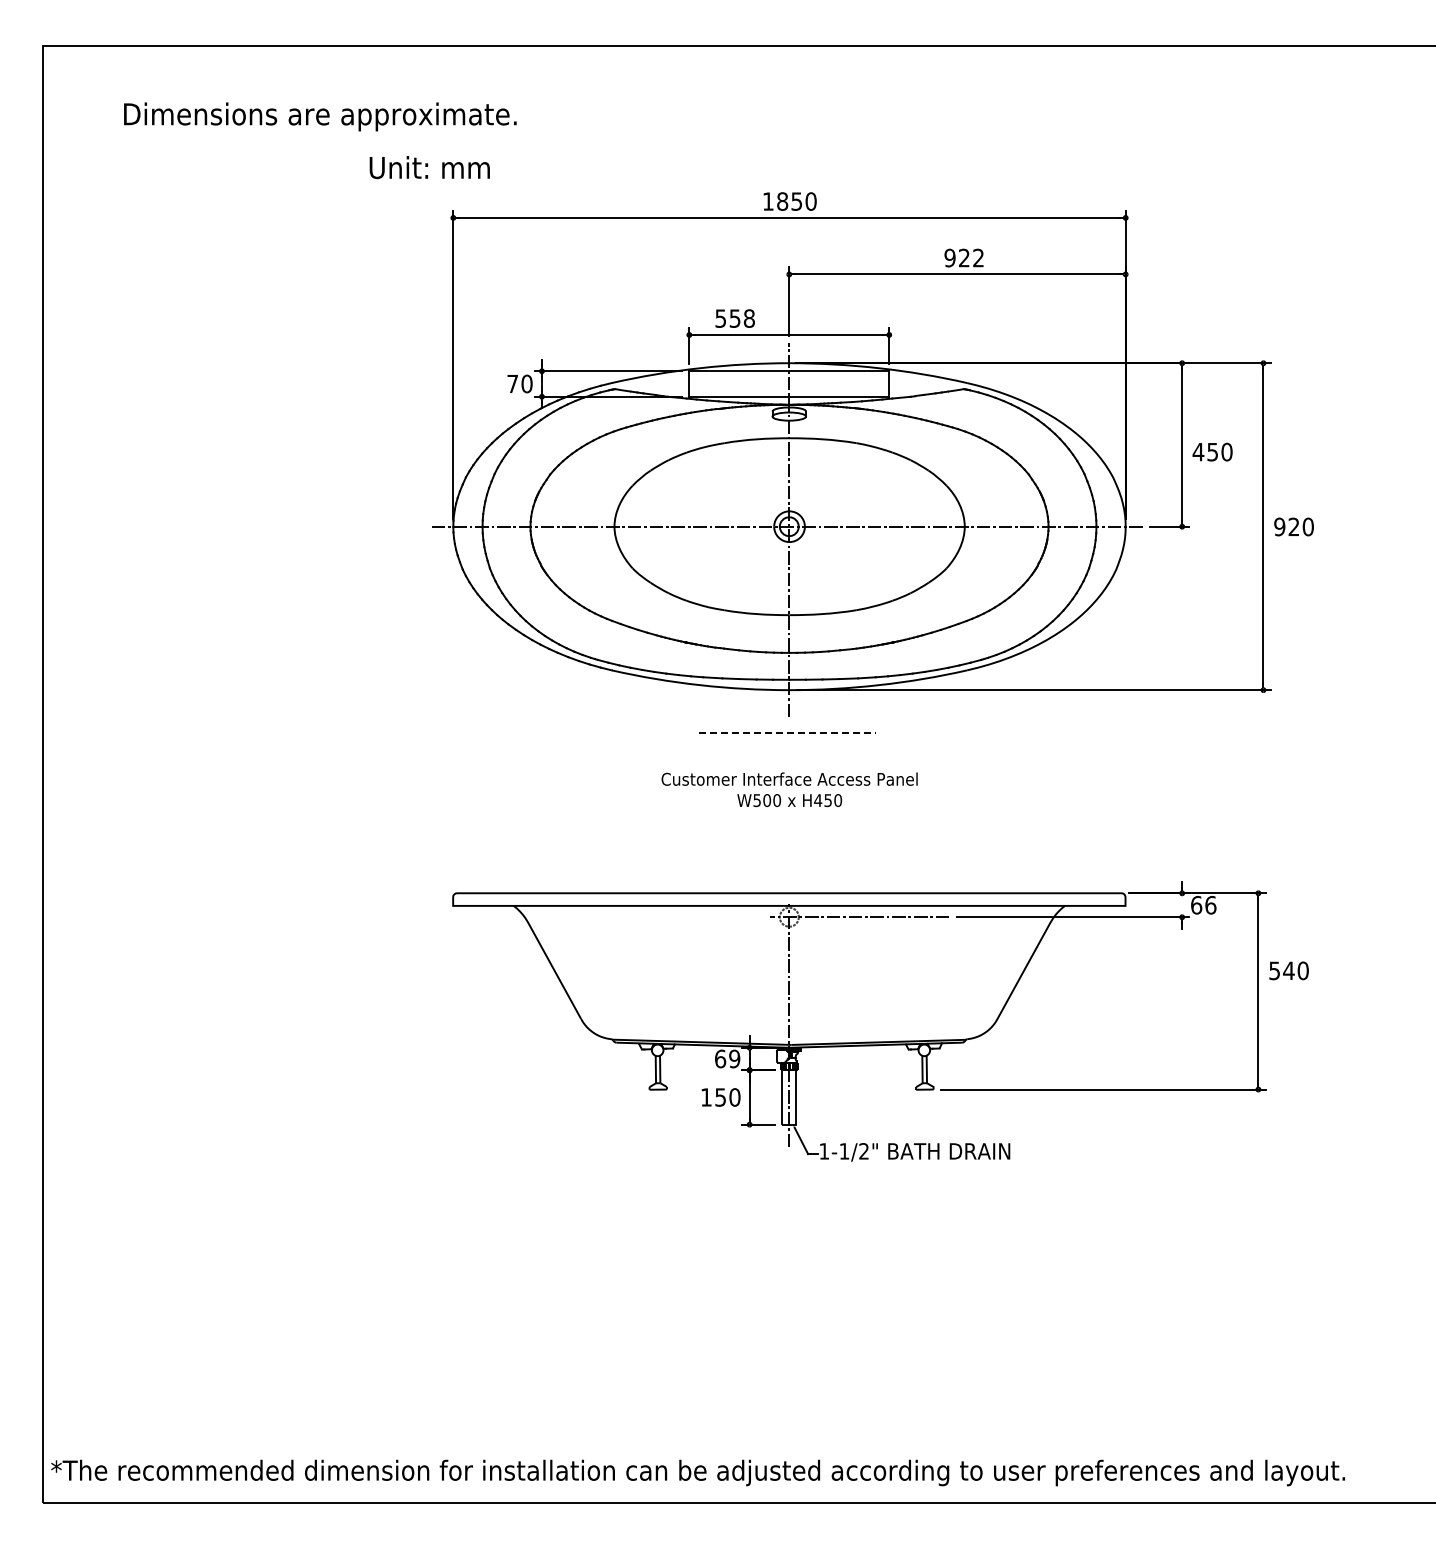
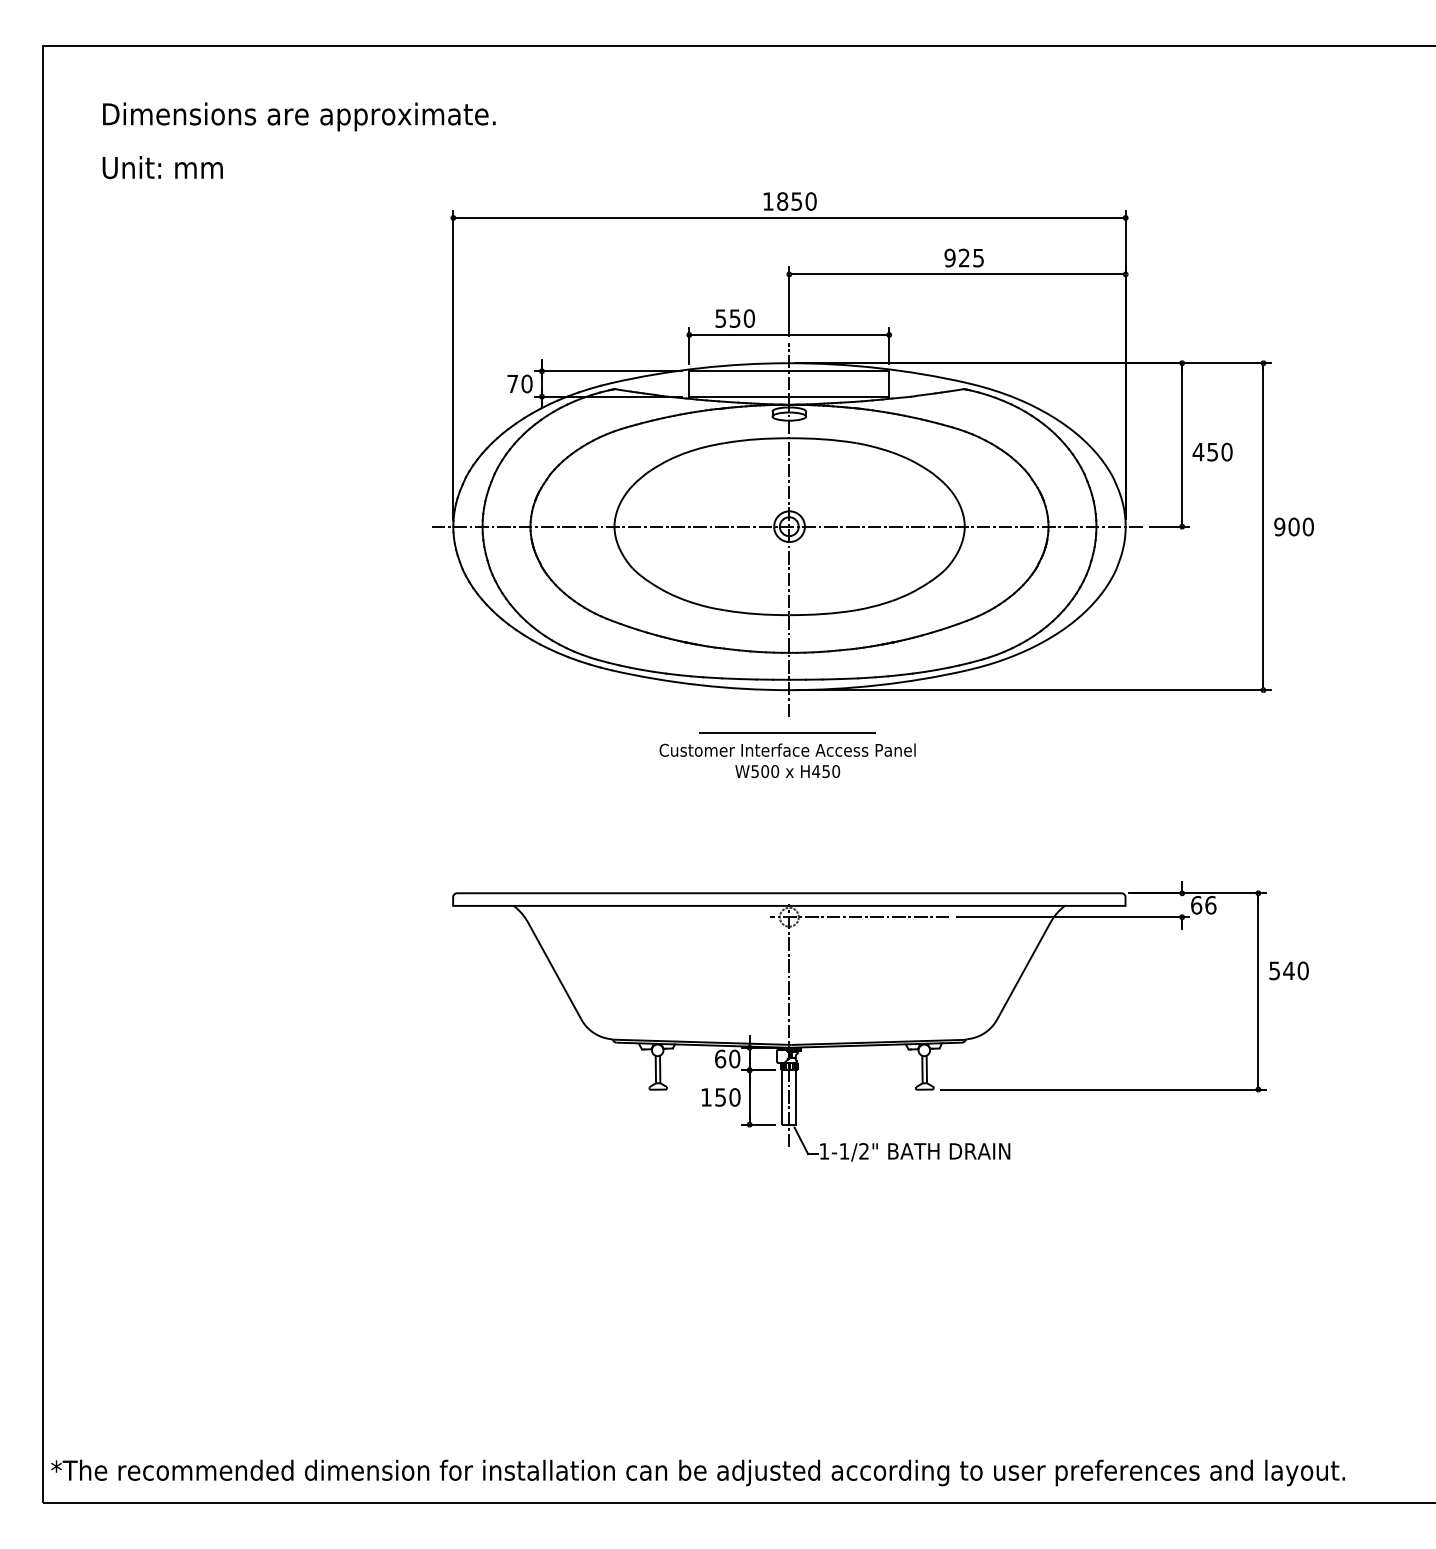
text at (320, 116) position: (320, 116) -> (299, 116)
text at (429, 167) position: (429, 167) -> (162, 167)
text at (978, 257): 922 -> 925
text at (748, 318): 558 -> 550
text at (1293, 526): 920 -> 900
line at (787, 733): dashed -> solid
text at (789, 789) position: (789, 789) -> (787, 760)
text at (734, 1059): 69 -> 60
